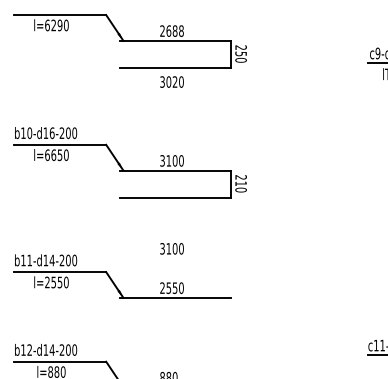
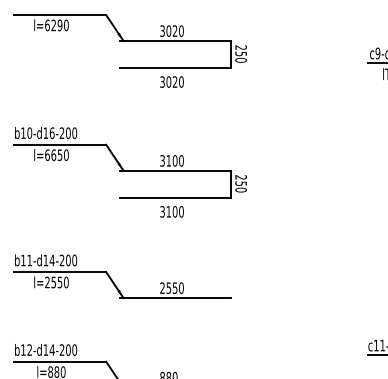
text at (171, 30): 2688 -> 3020
text at (240, 183): 210 -> 250
text at (171, 248) position: (171, 248) -> (171, 211)
